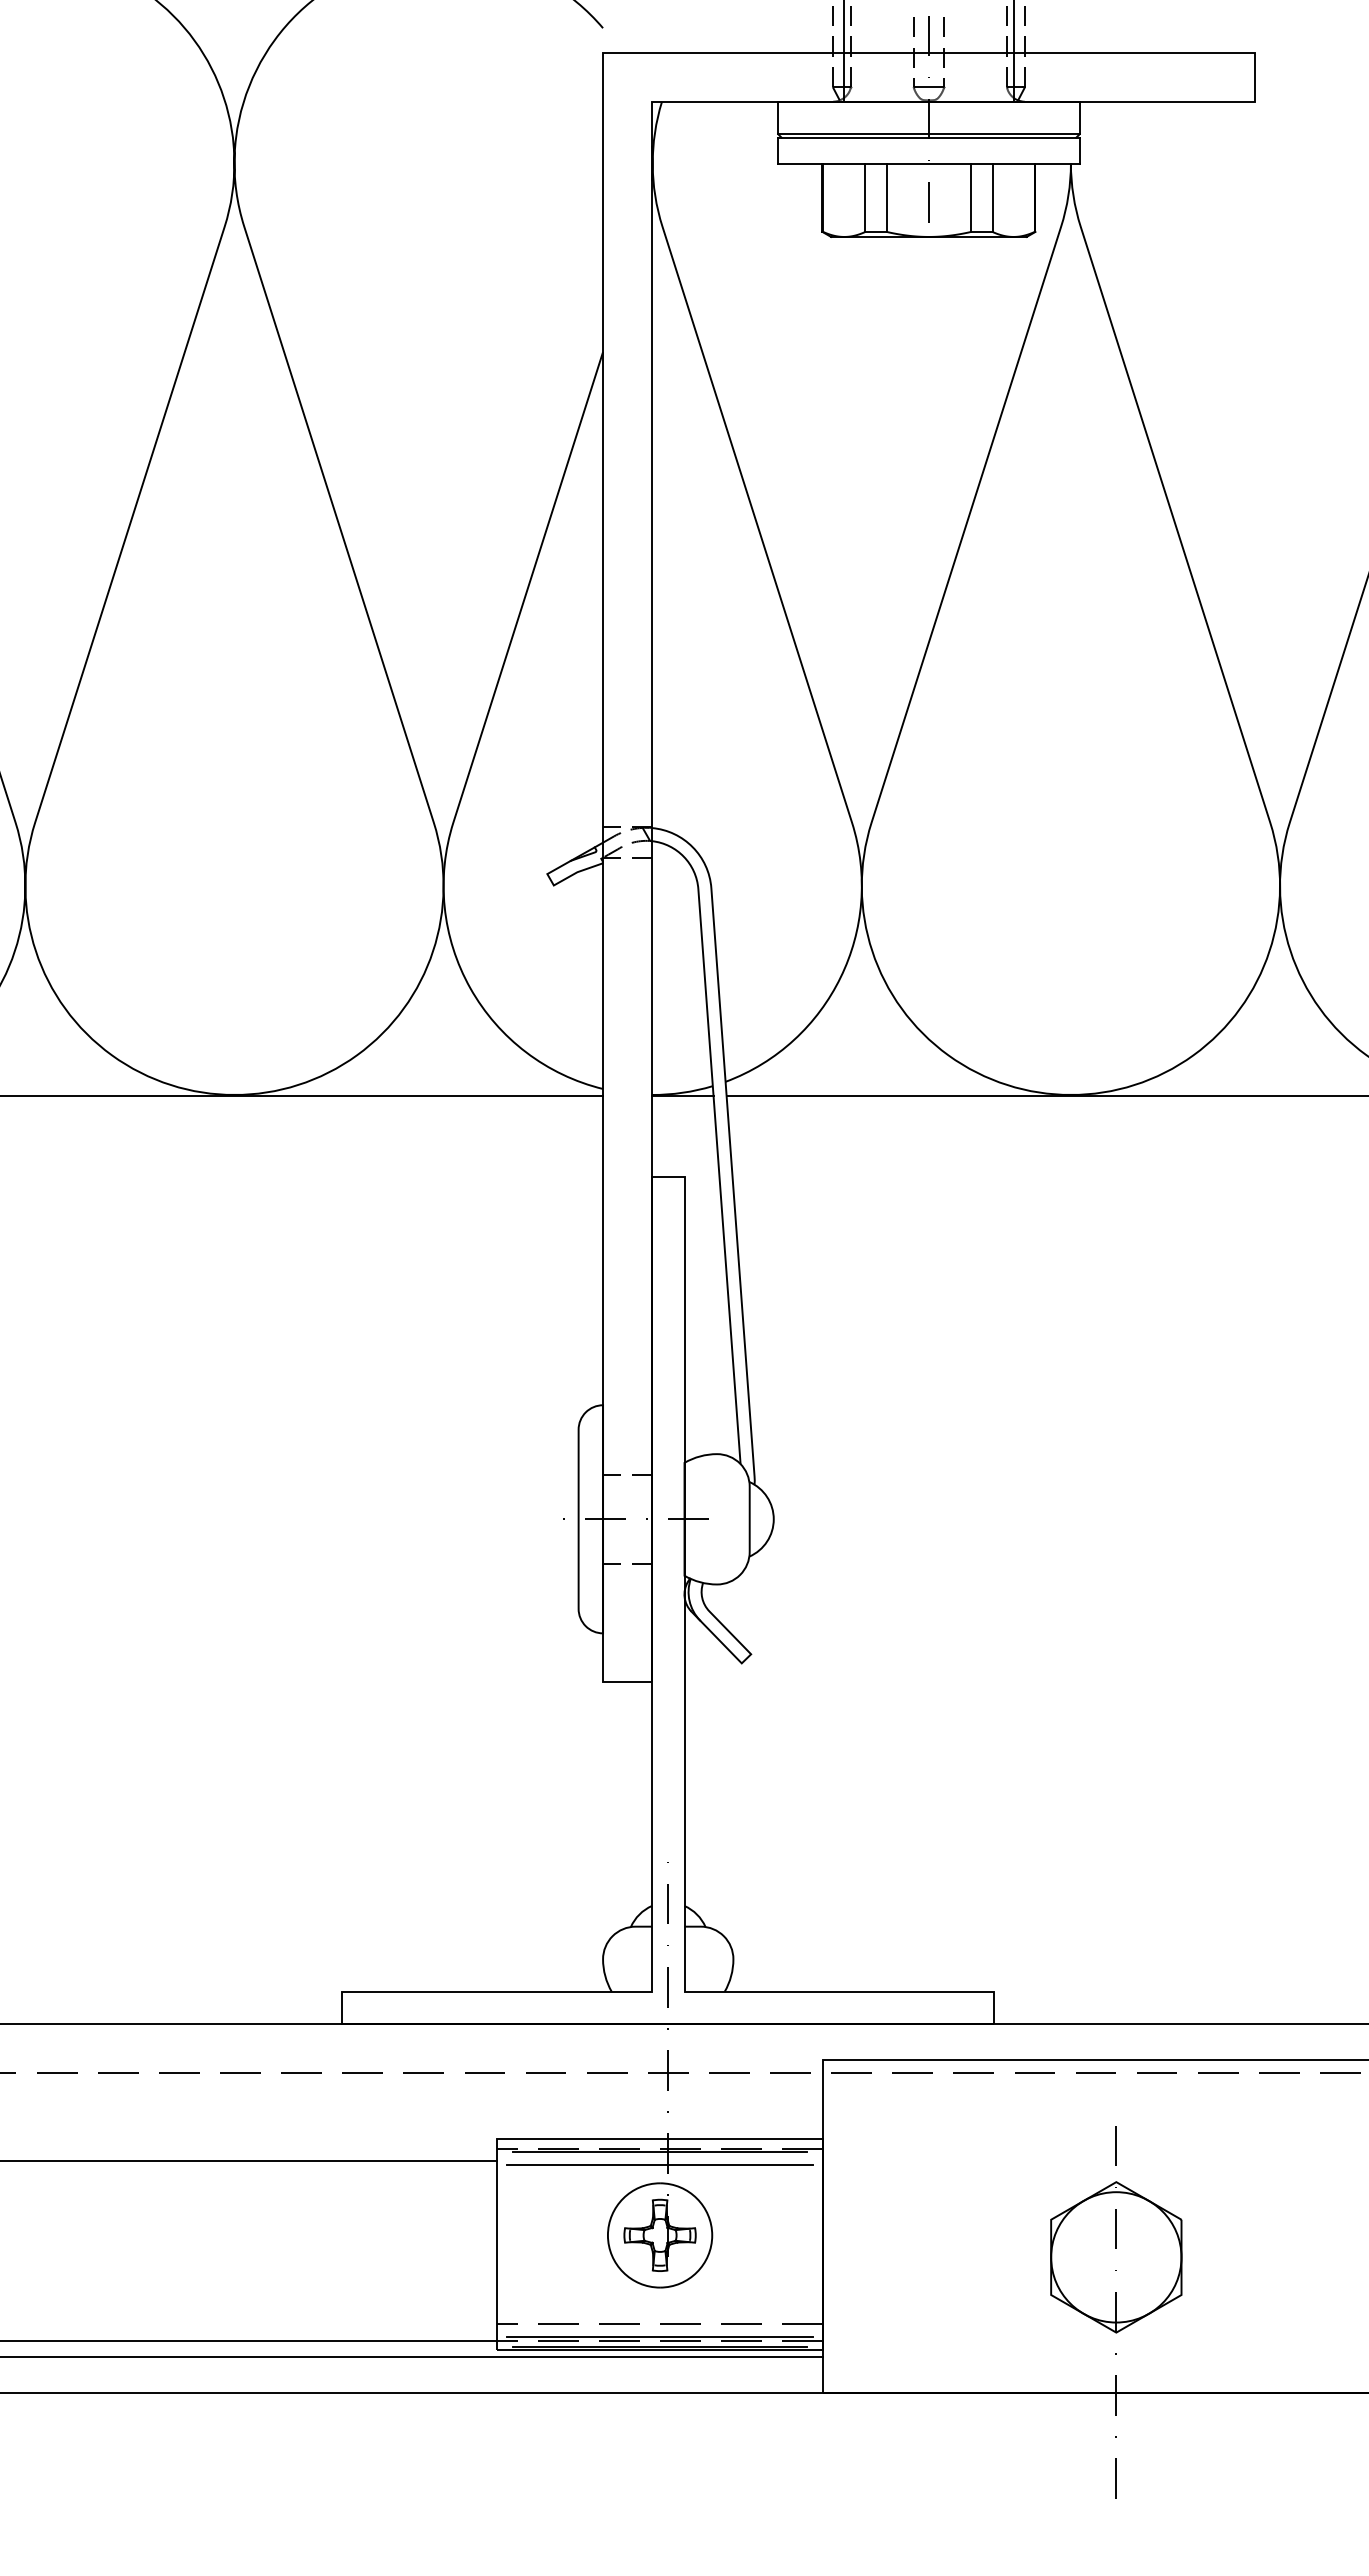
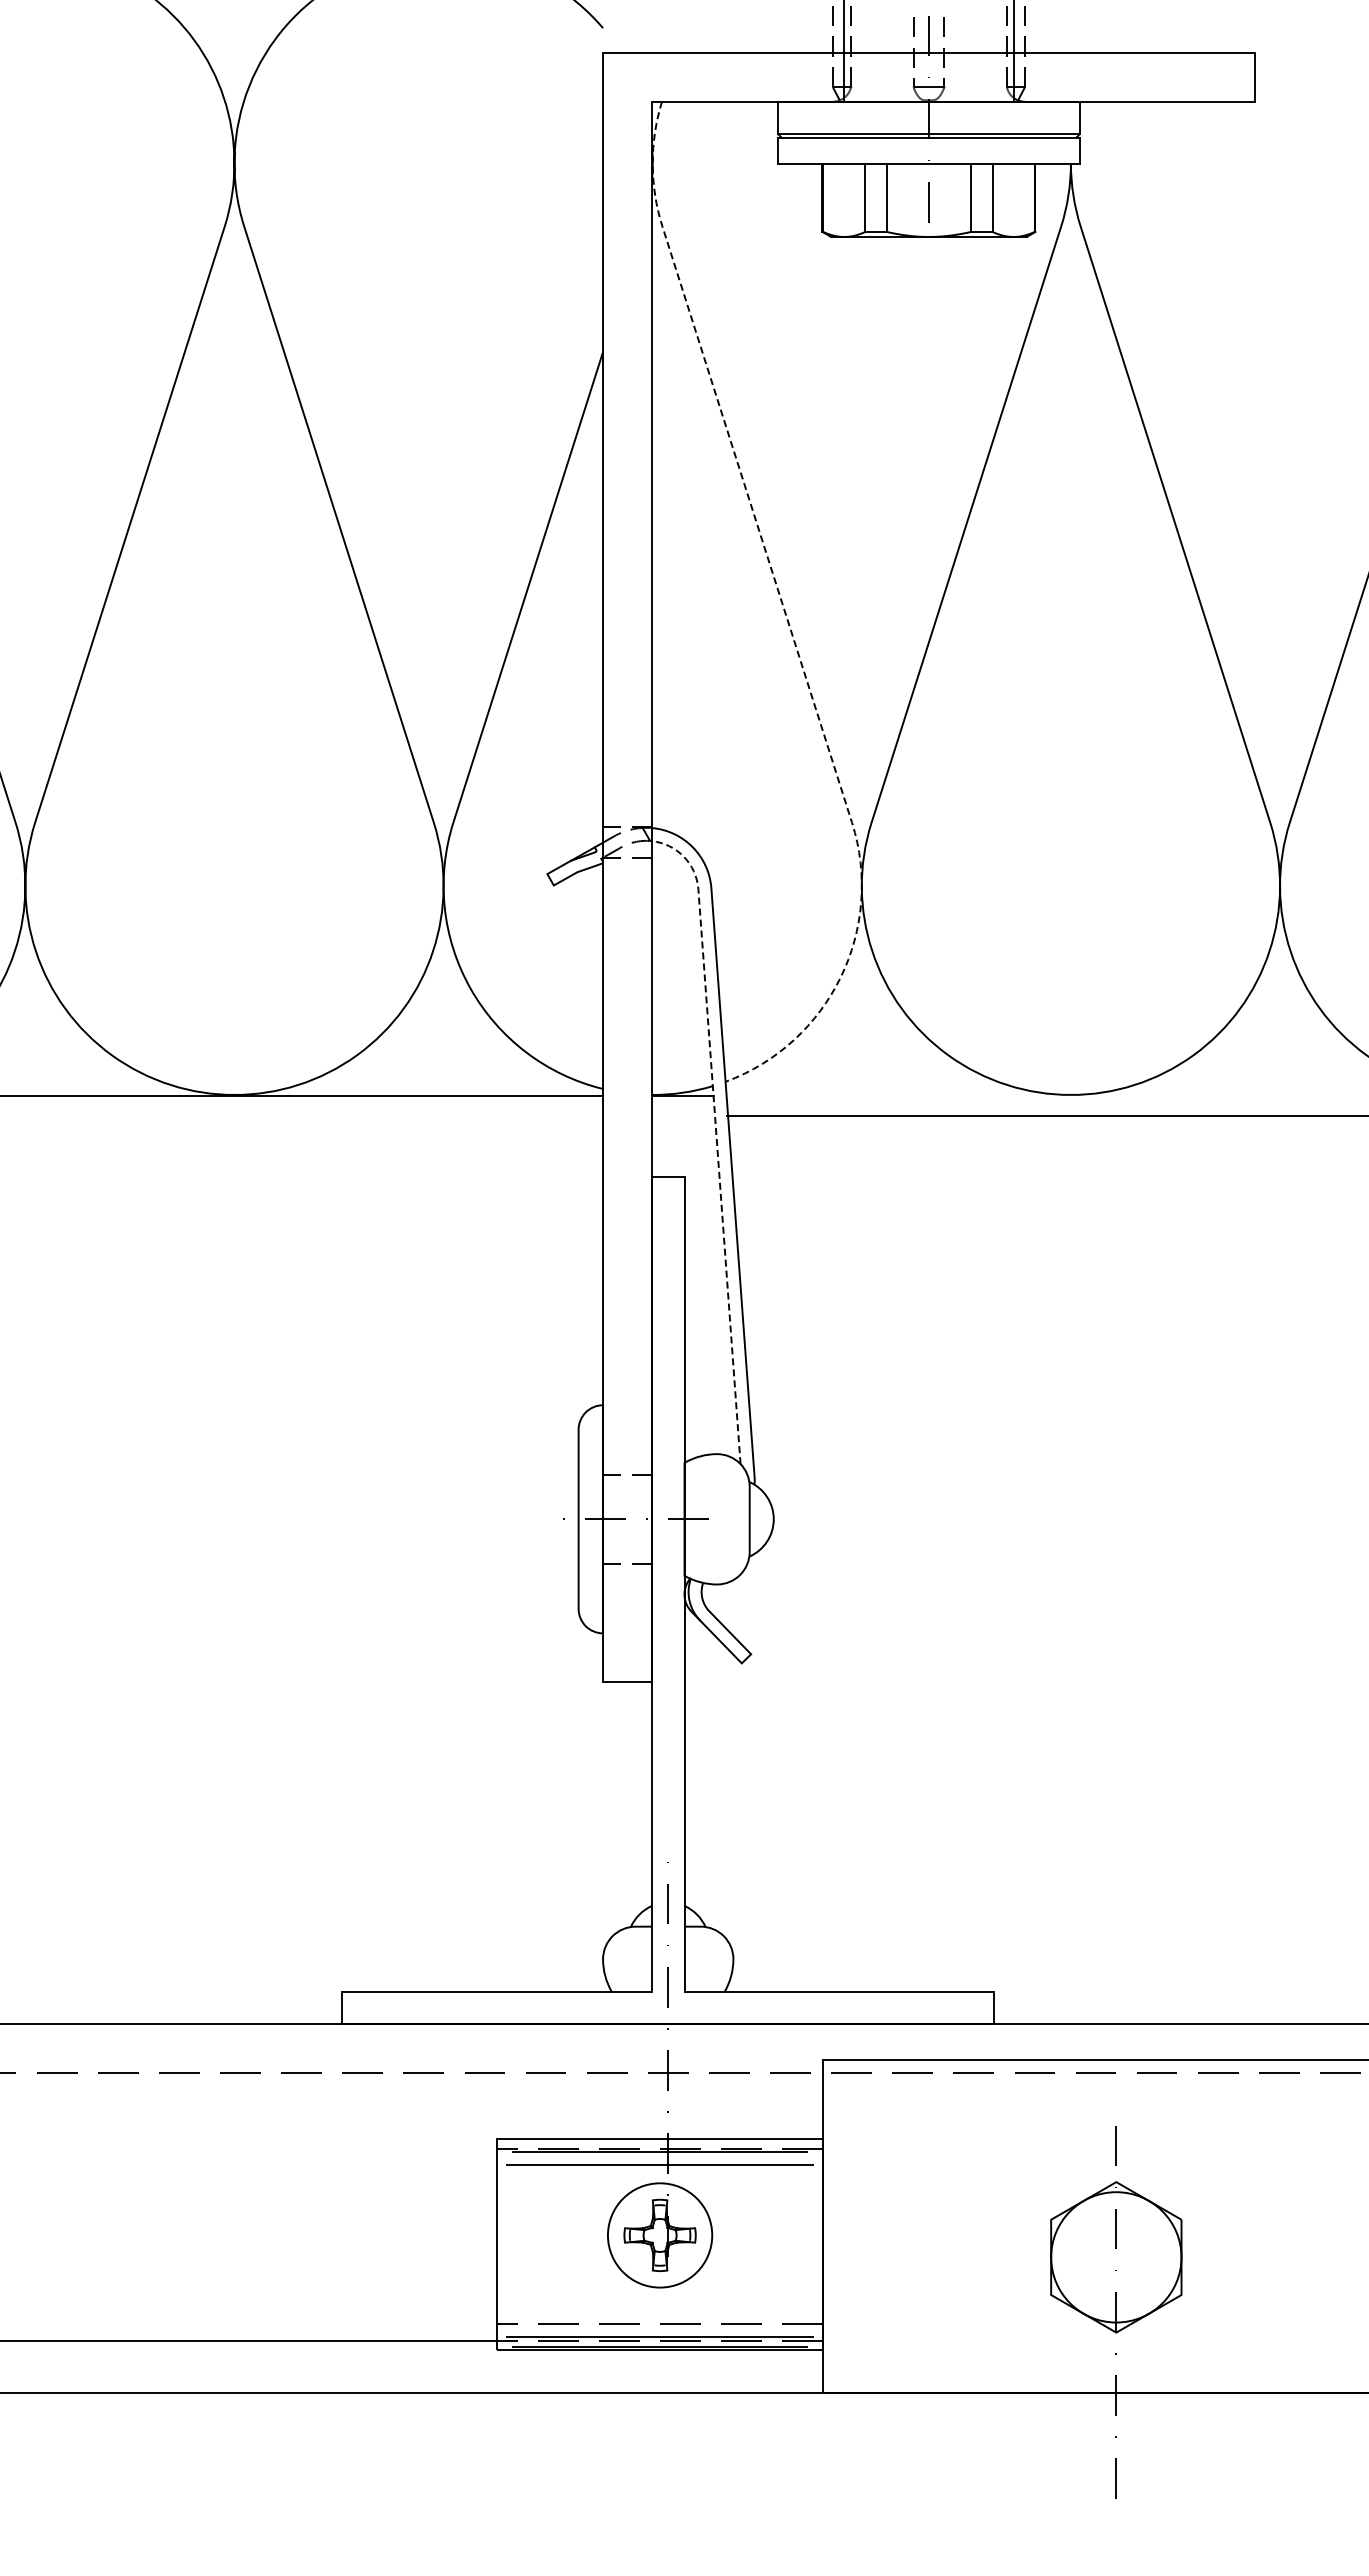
line at (791, 632): solid -> dashed
line at (1045, 1095) position: (1045, 1095) -> (1045, 1115)
line at (716, 1131): solid -> dashed
line at (249, 2161): present -> none
line at (412, 2356): present -> none
